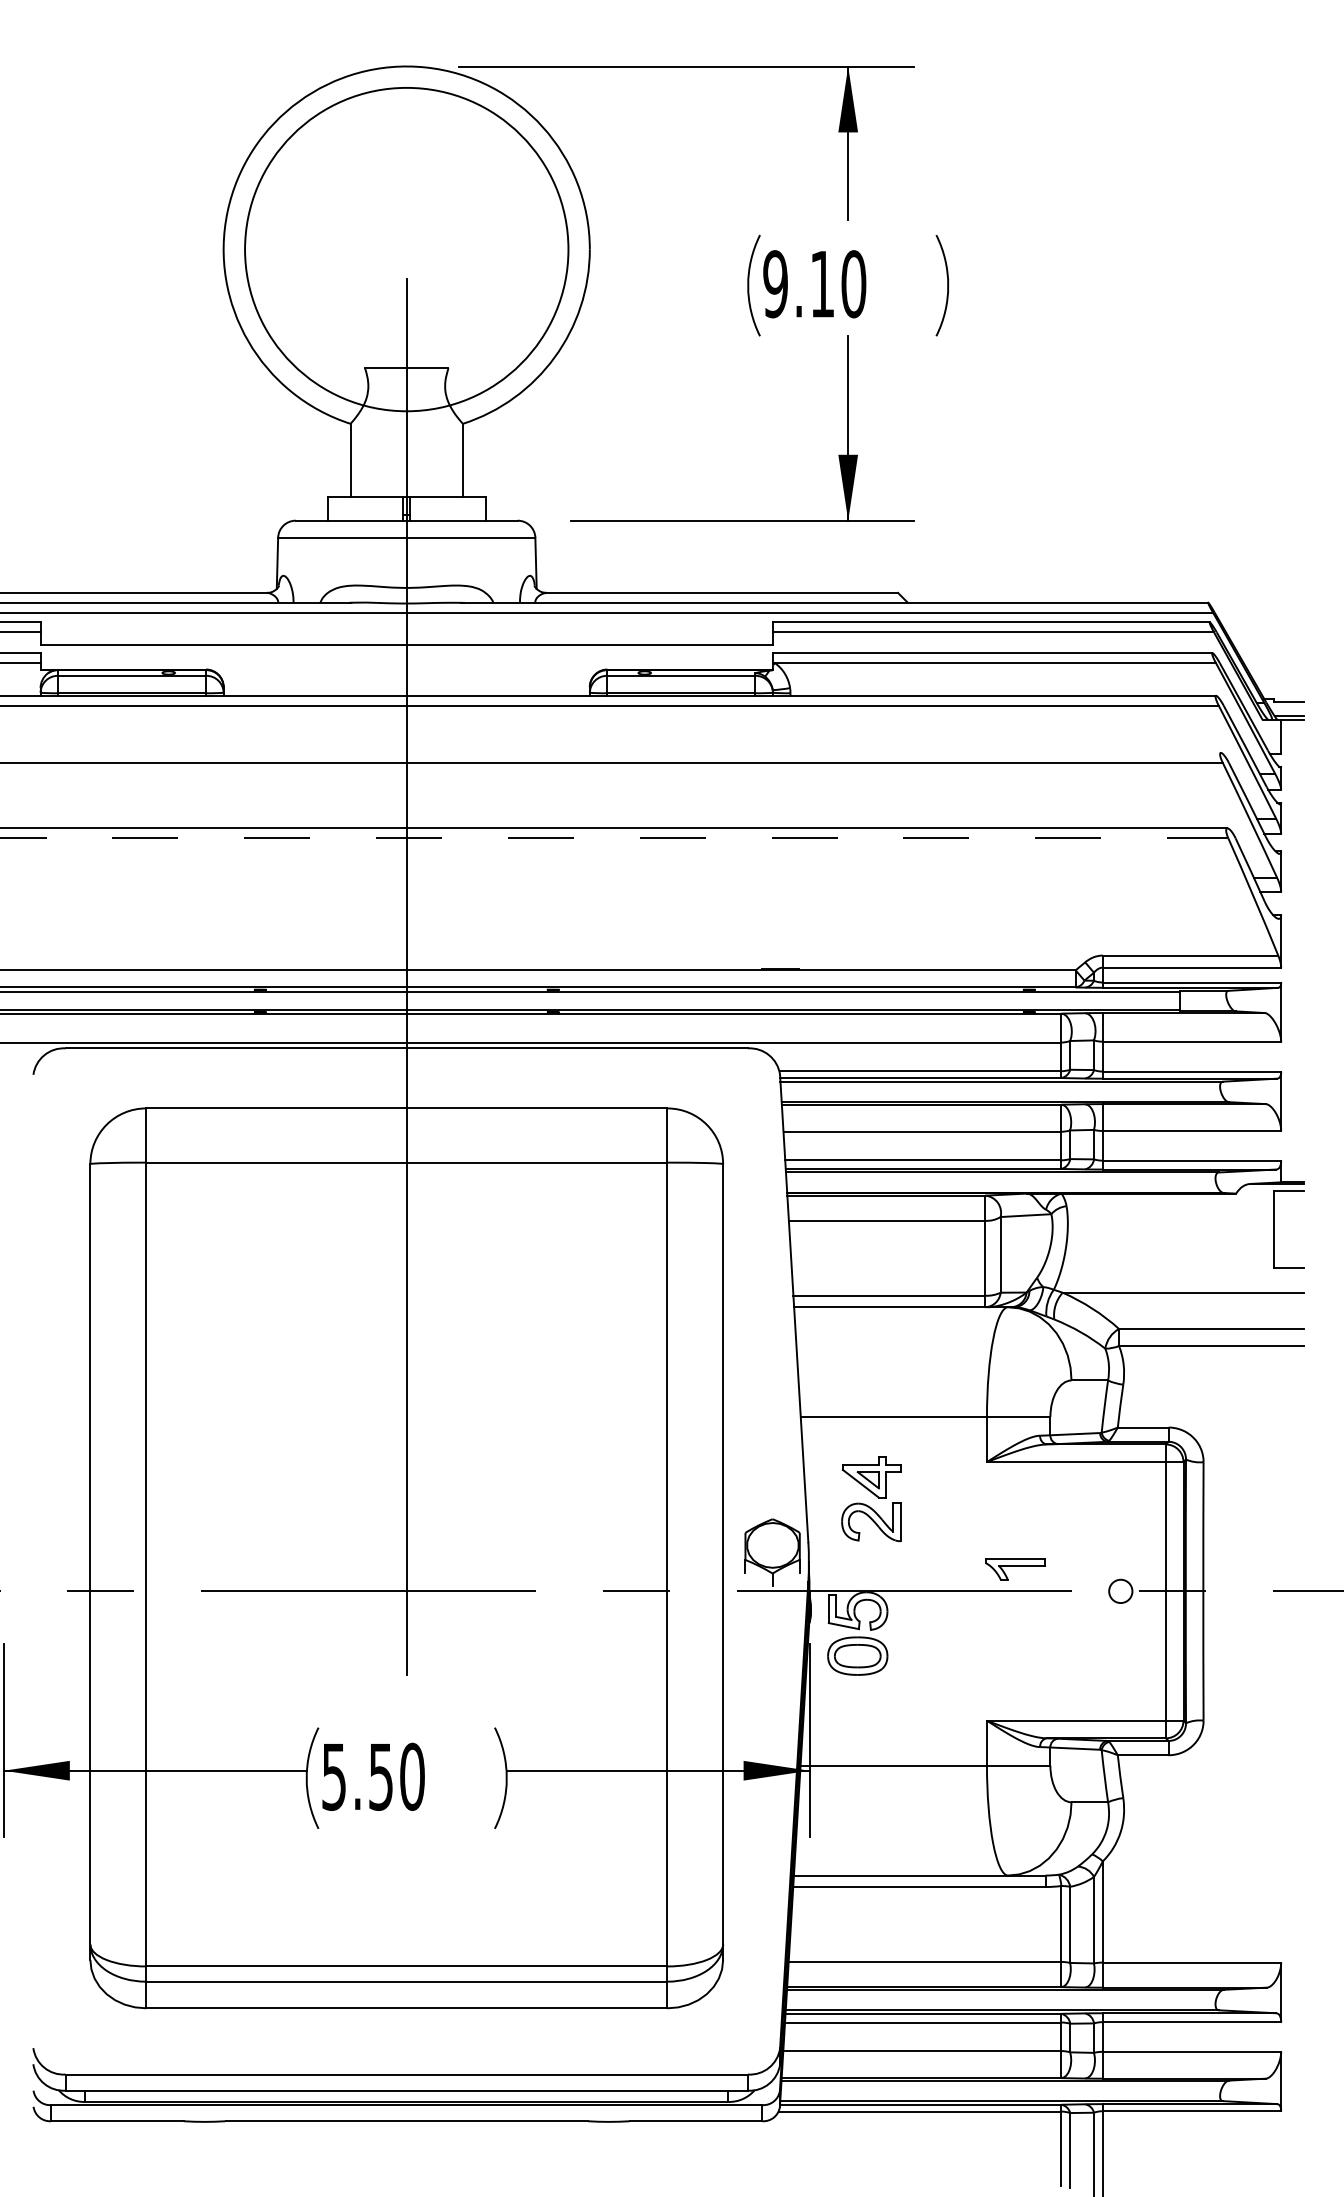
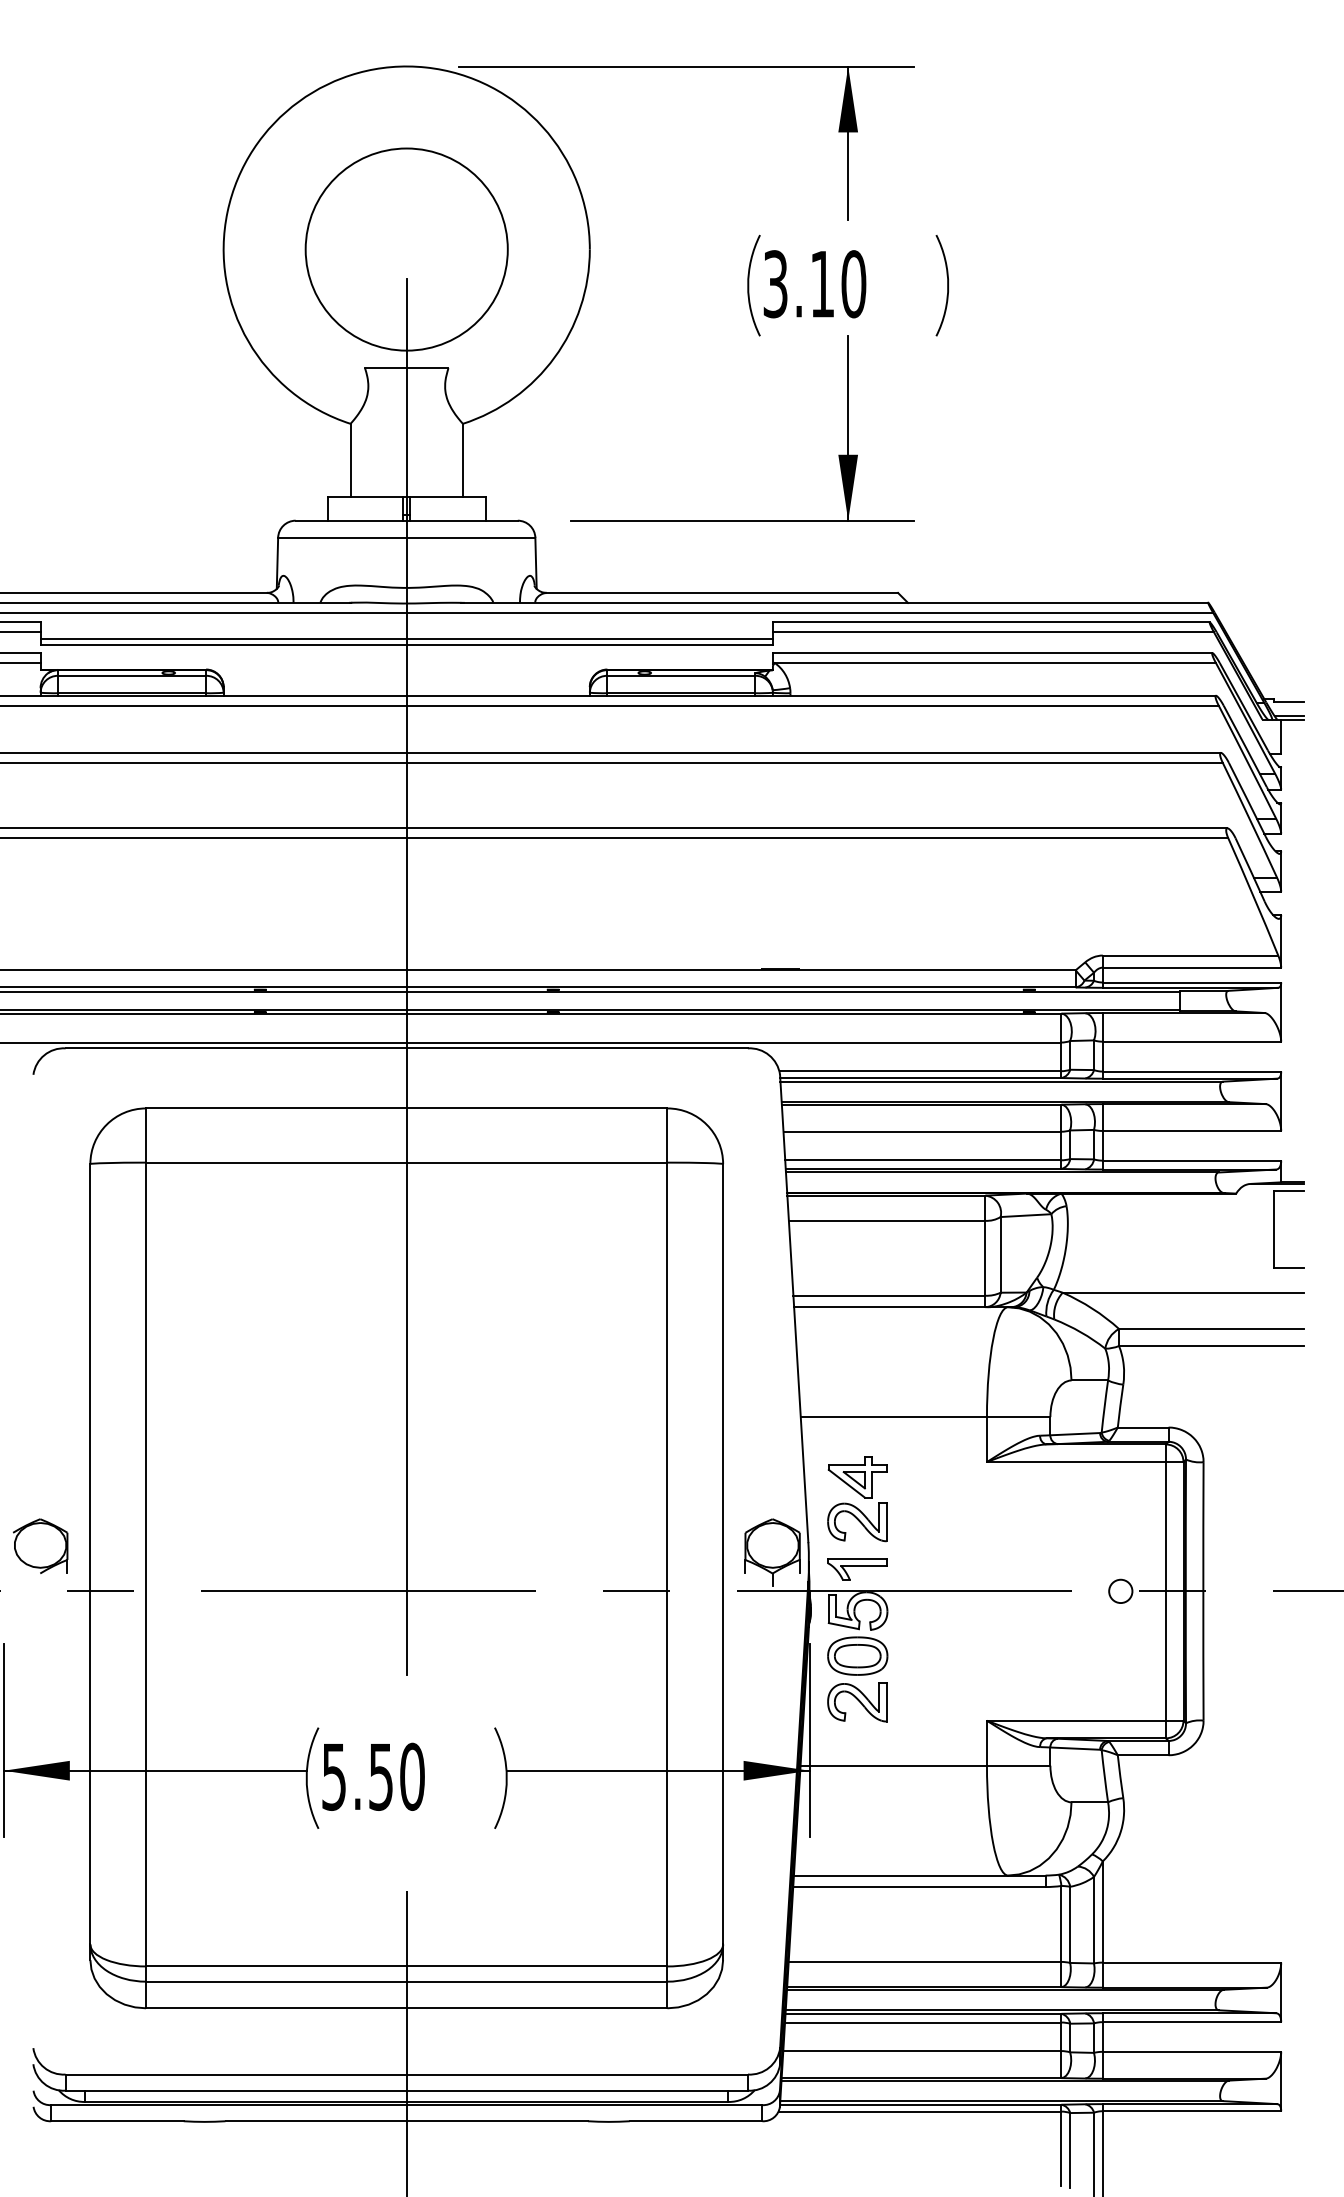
circle at (406, 249) diameter: 323 px -> 202 px
text at (775, 284): 9.10 -> 3.10
line at (406, 638): none -> present
line at (611, 752): none -> present
line at (614, 838): dashed -> solid
part at (871, 1499) position: (871, 1499) -> (857, 1499)
part at (40, 1545): none -> present
part at (1015, 1569) position: (1015, 1569) -> (857, 1569)
part at (857, 1702): none -> present
line at (406, 2042): none -> present
